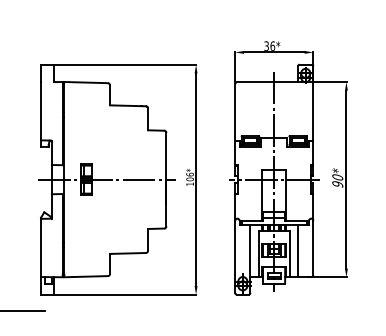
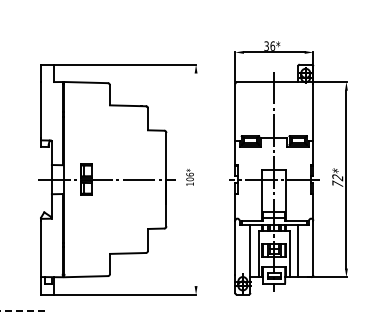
line at (196, 179): present -> none
text at (337, 180): 90* -> 72*
line at (22, 311): solid -> dashed
